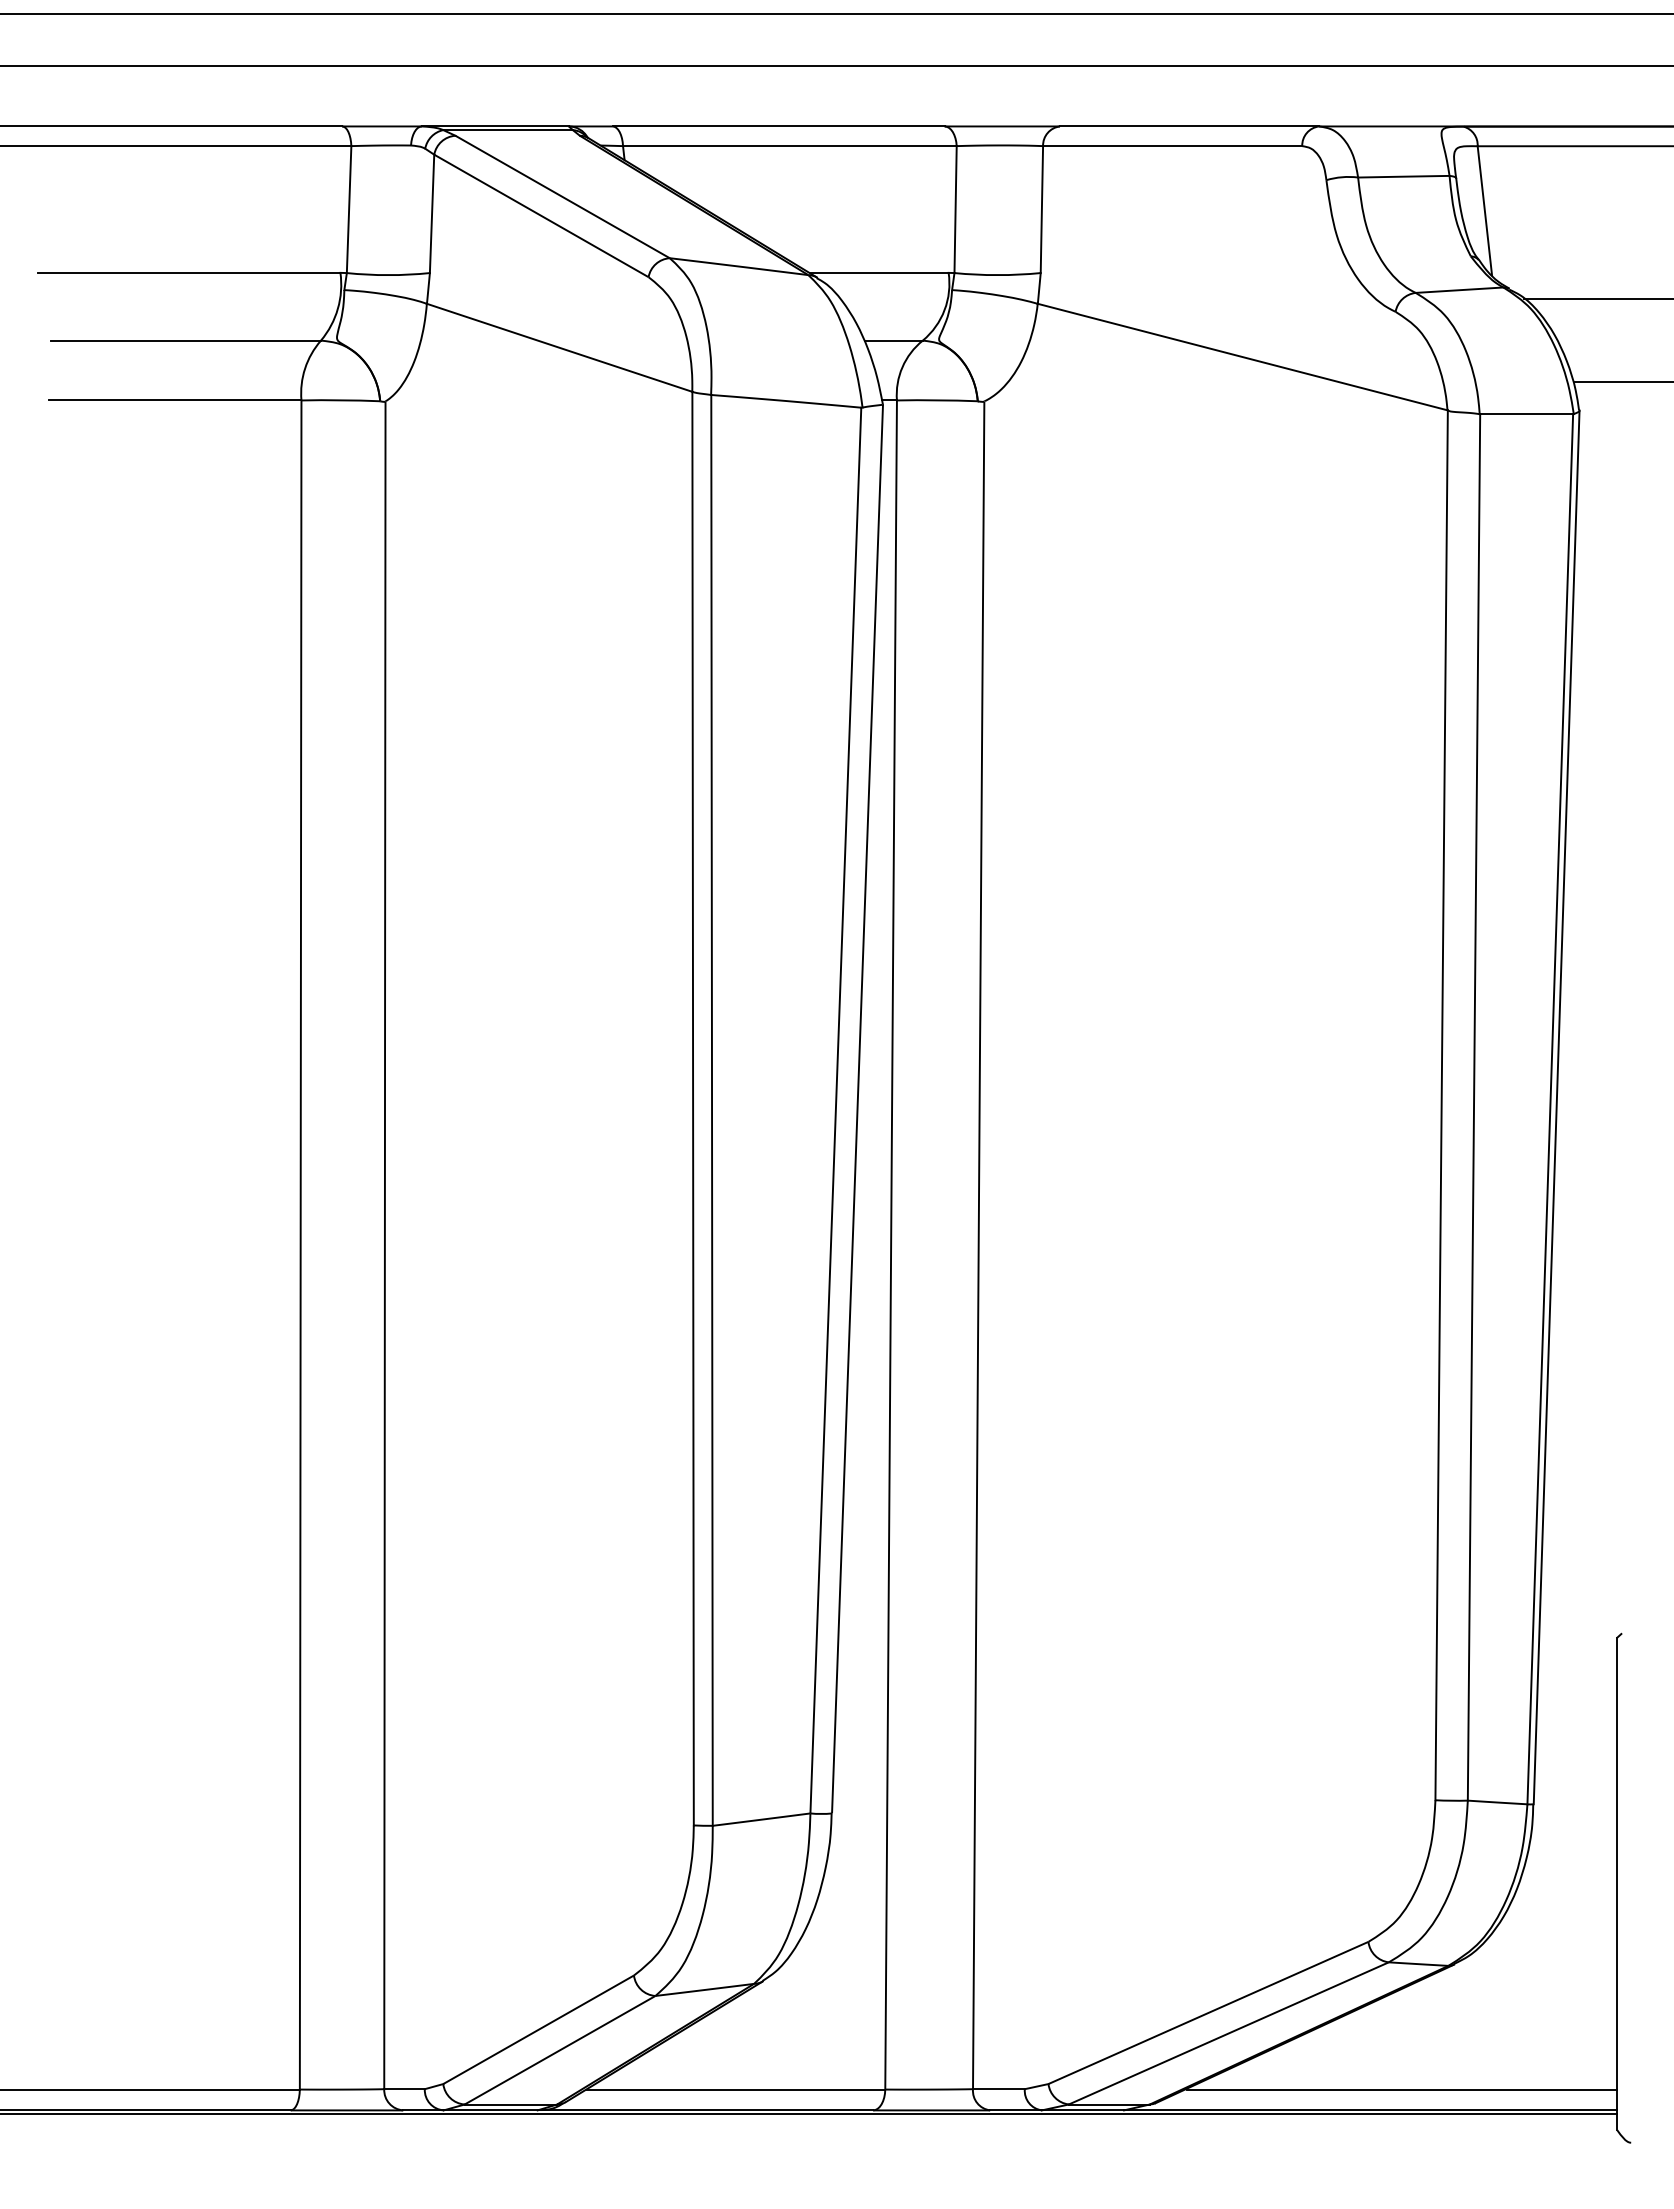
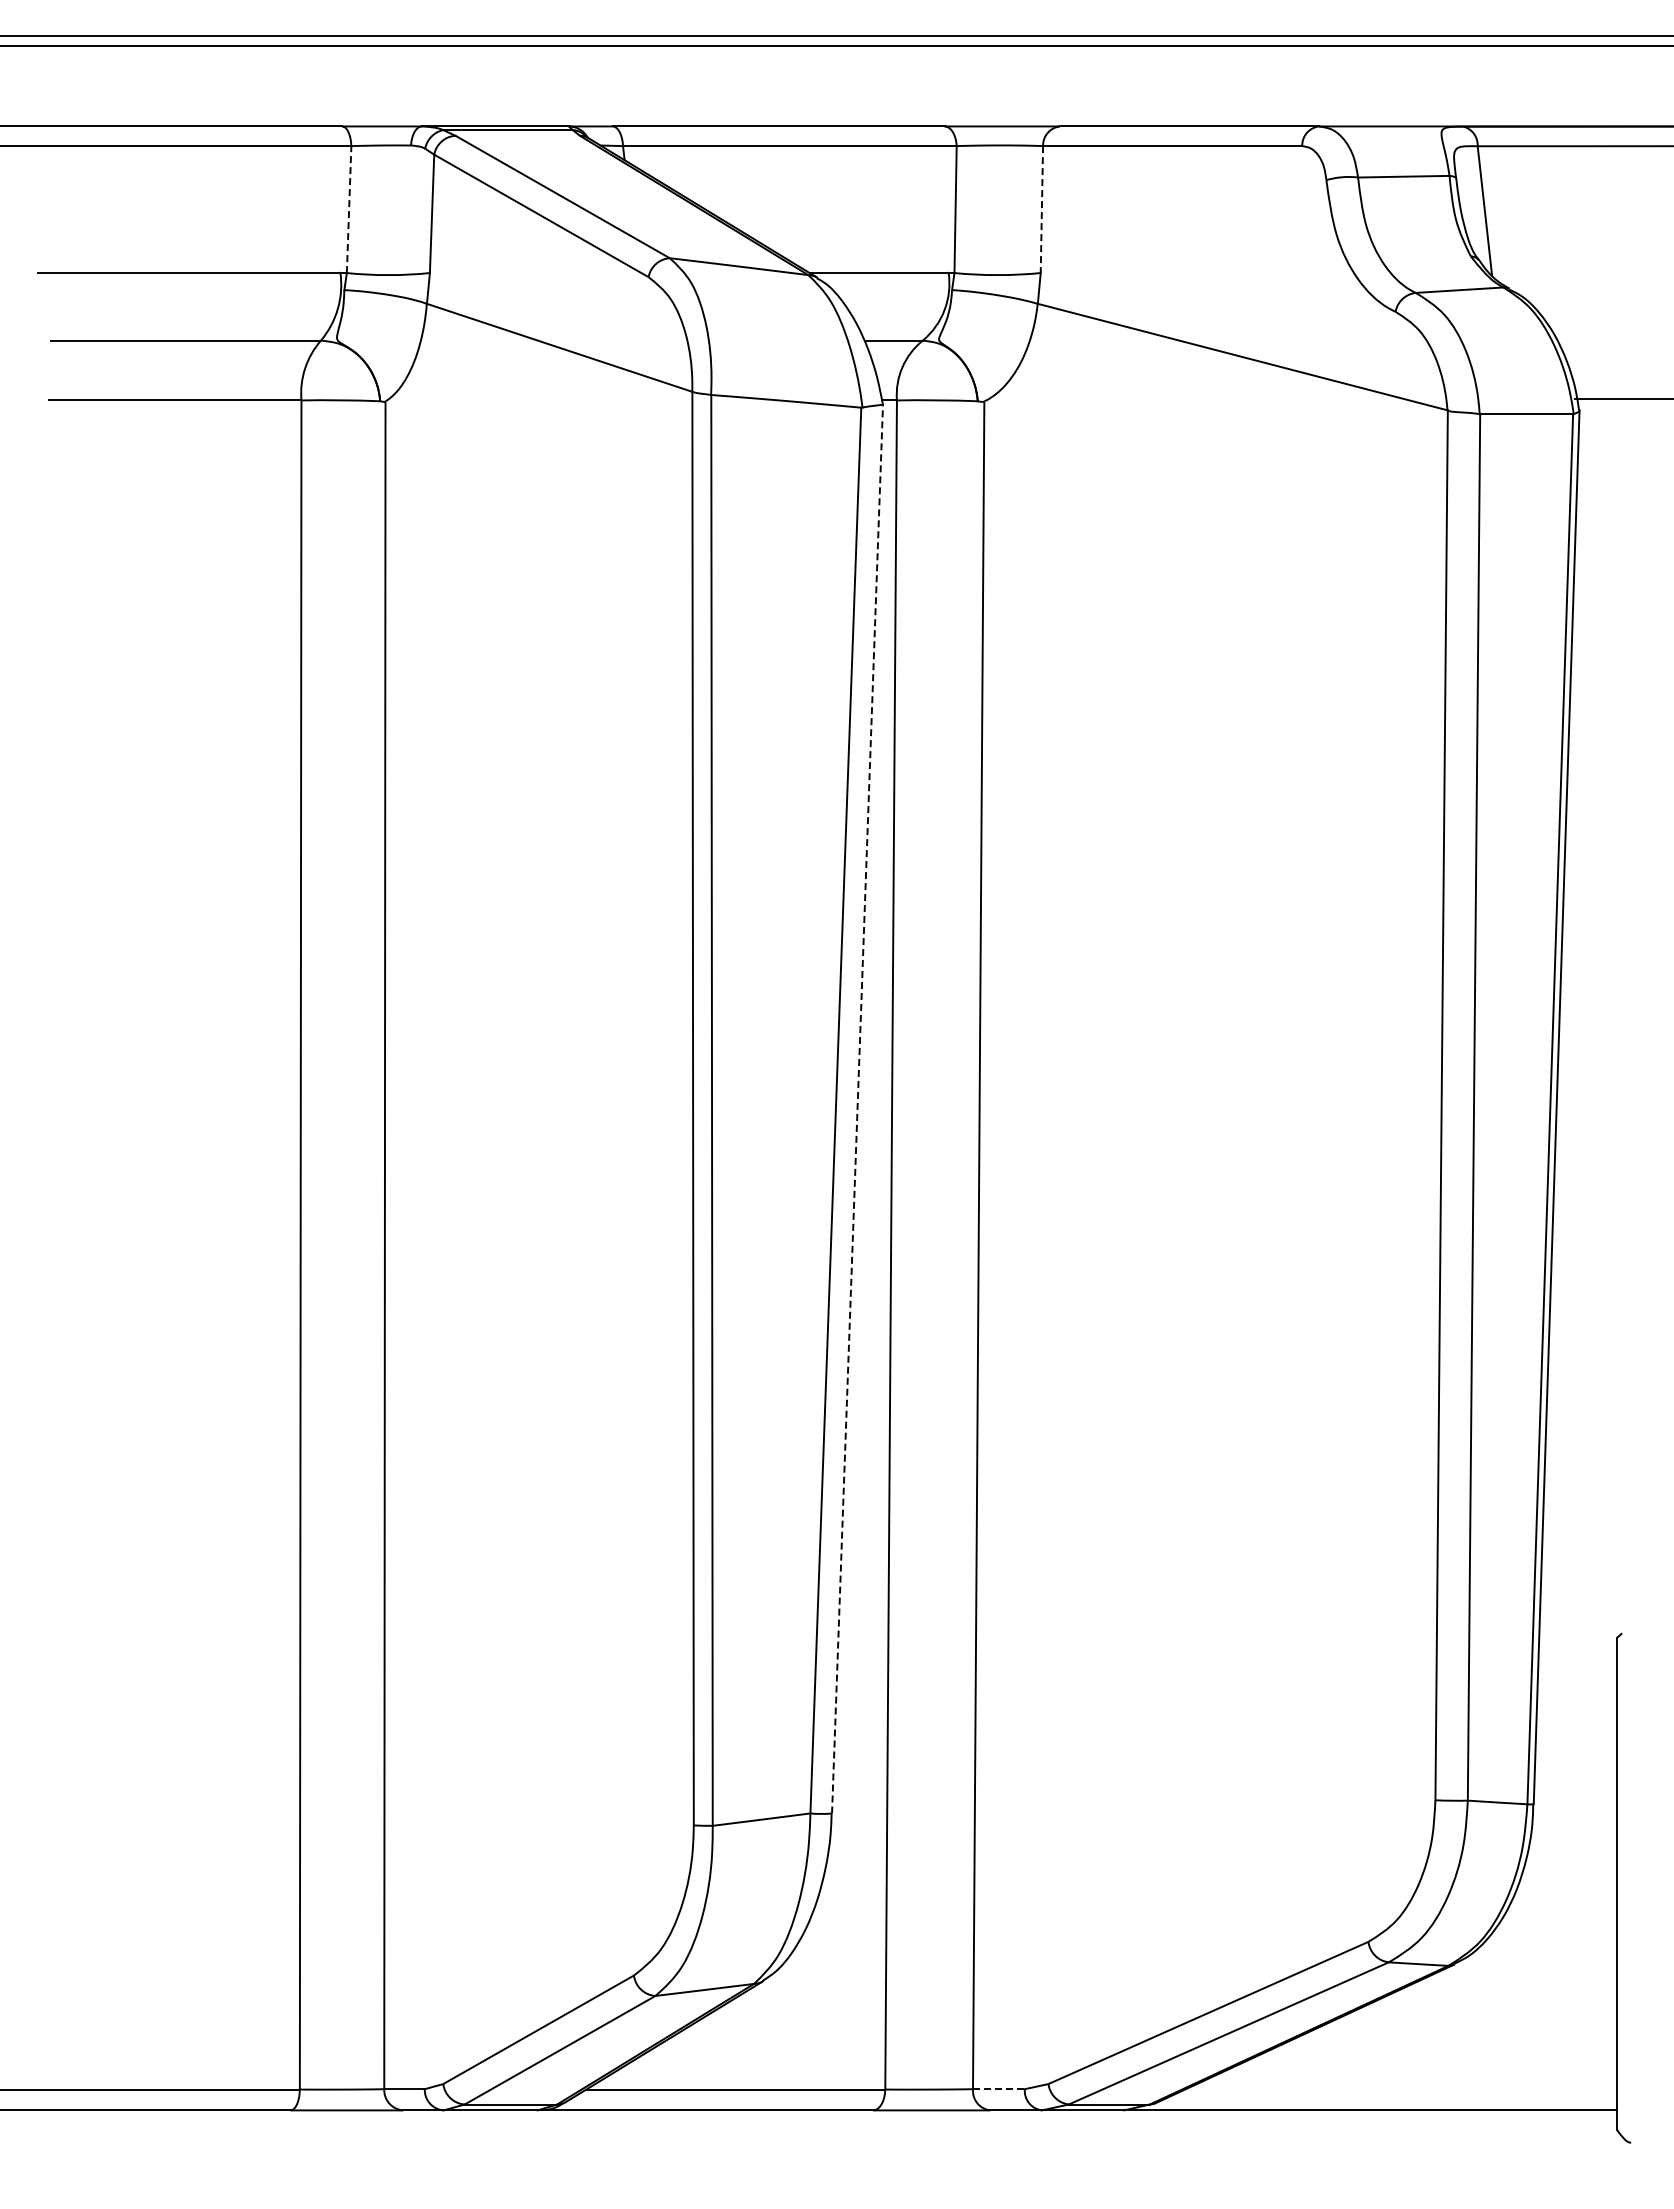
line at (836, 14) position: (836, 14) -> (836, 36)
line at (836, 66) position: (836, 66) -> (836, 46)
line at (349, 209): solid -> dashed
line at (1041, 210): solid -> dashed
line at (1597, 298): present -> none
line at (1622, 382) position: (1622, 382) -> (1622, 399)
line at (857, 1109): solid -> dashed
line at (998, 2089): solid -> dashed
line at (1401, 2089): present -> none
line at (809, 2113): present -> none
